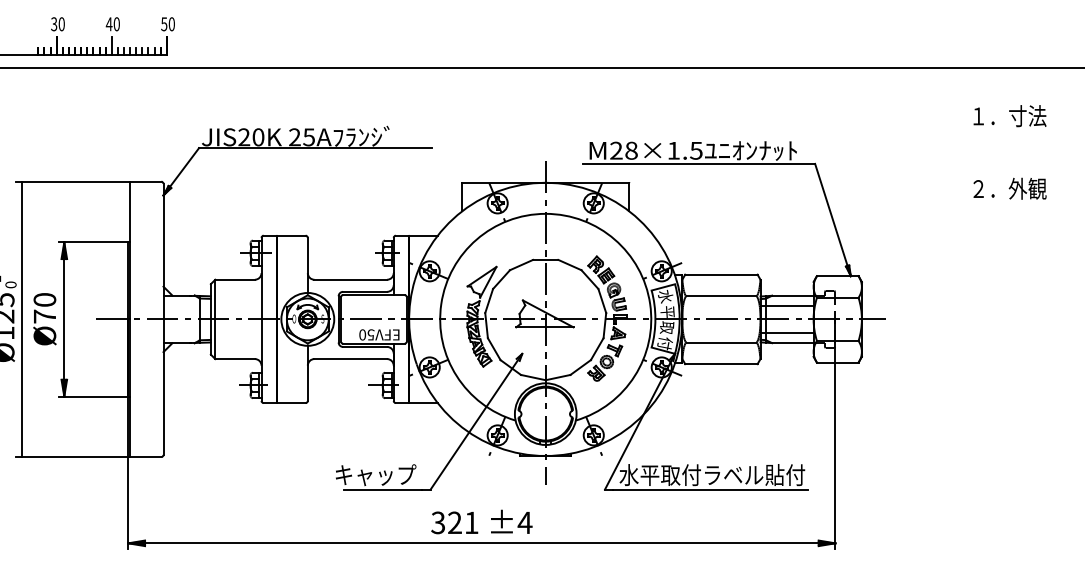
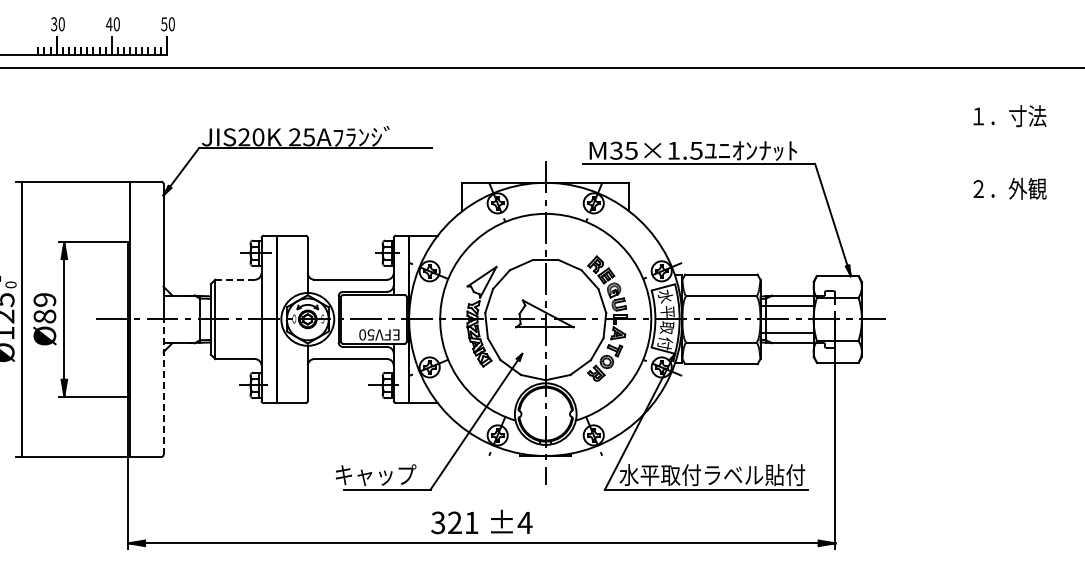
text at (623, 150): M28×1.5 -> M35×1.5
line at (235, 279): solid -> dashed
text at (44, 308): Ø70 -> Ø89
line at (163, 387): solid -> dashed
